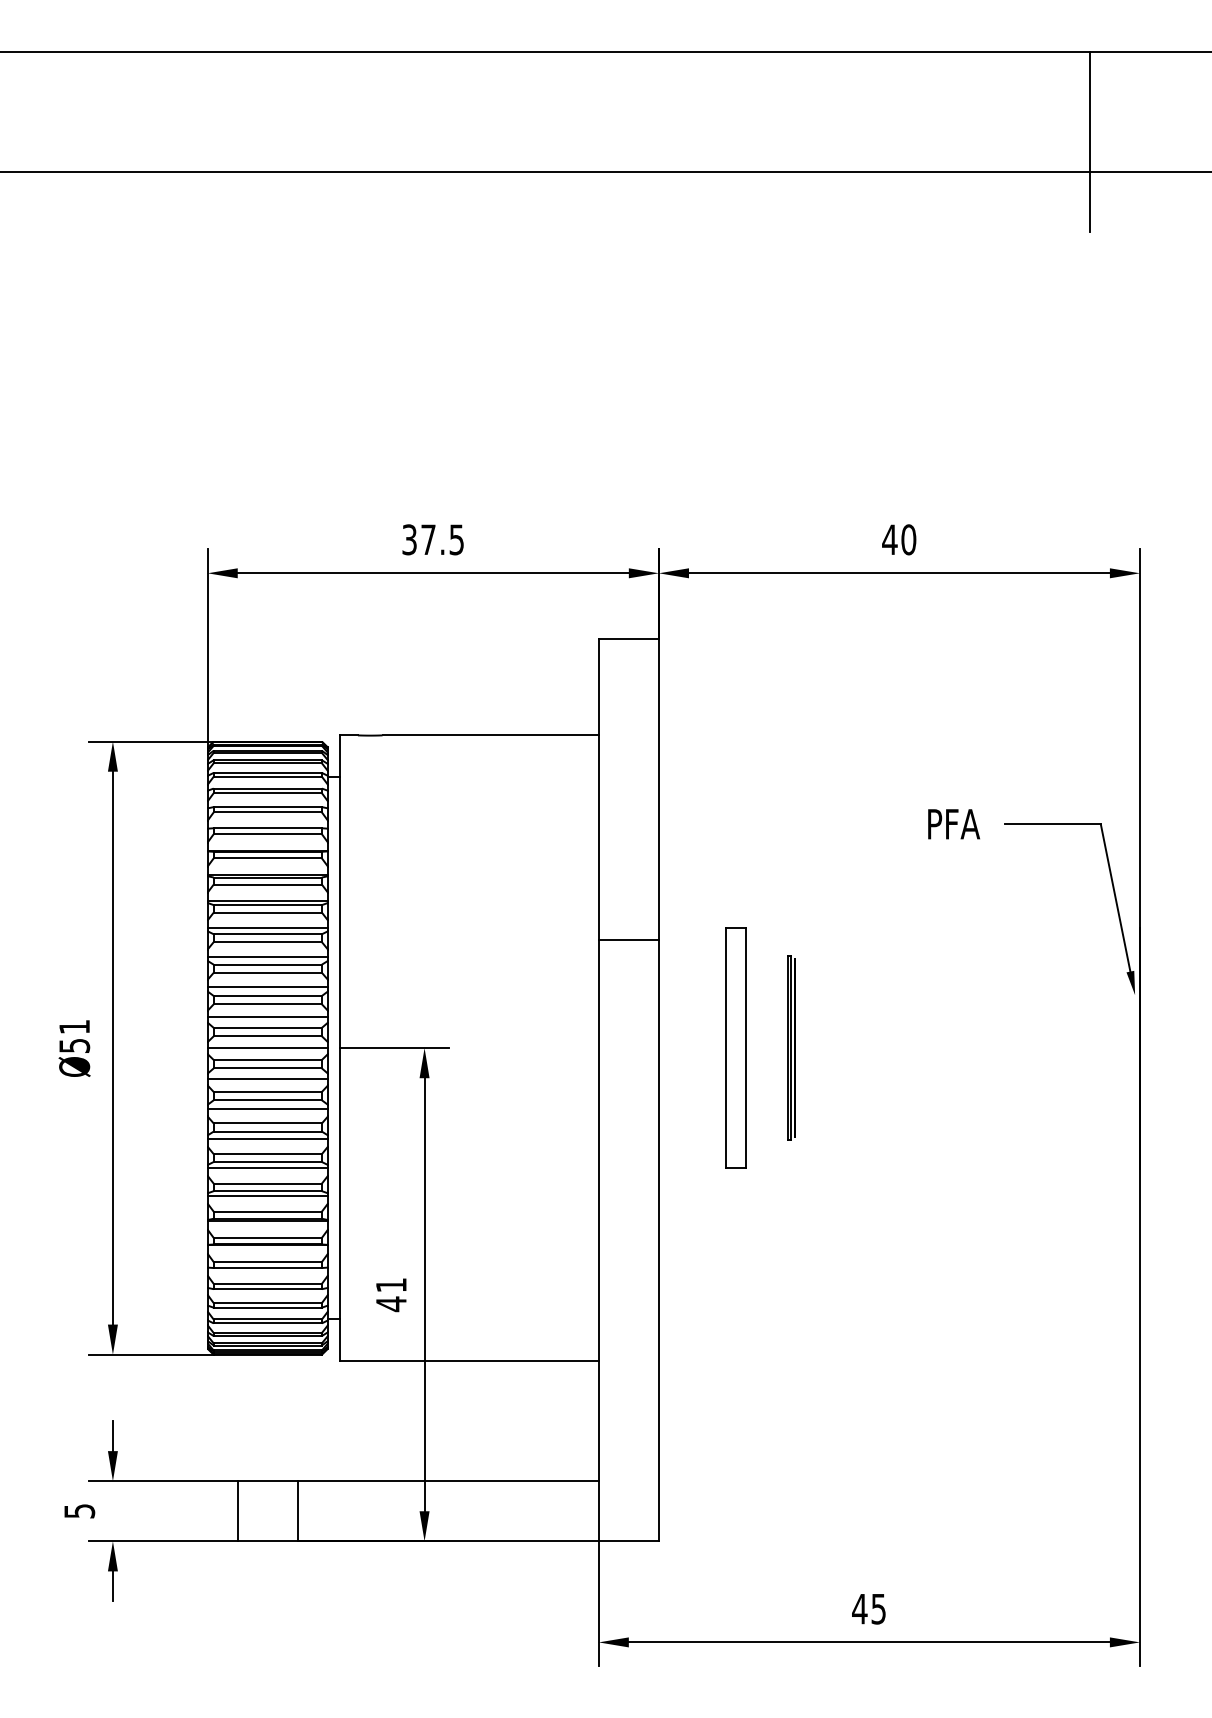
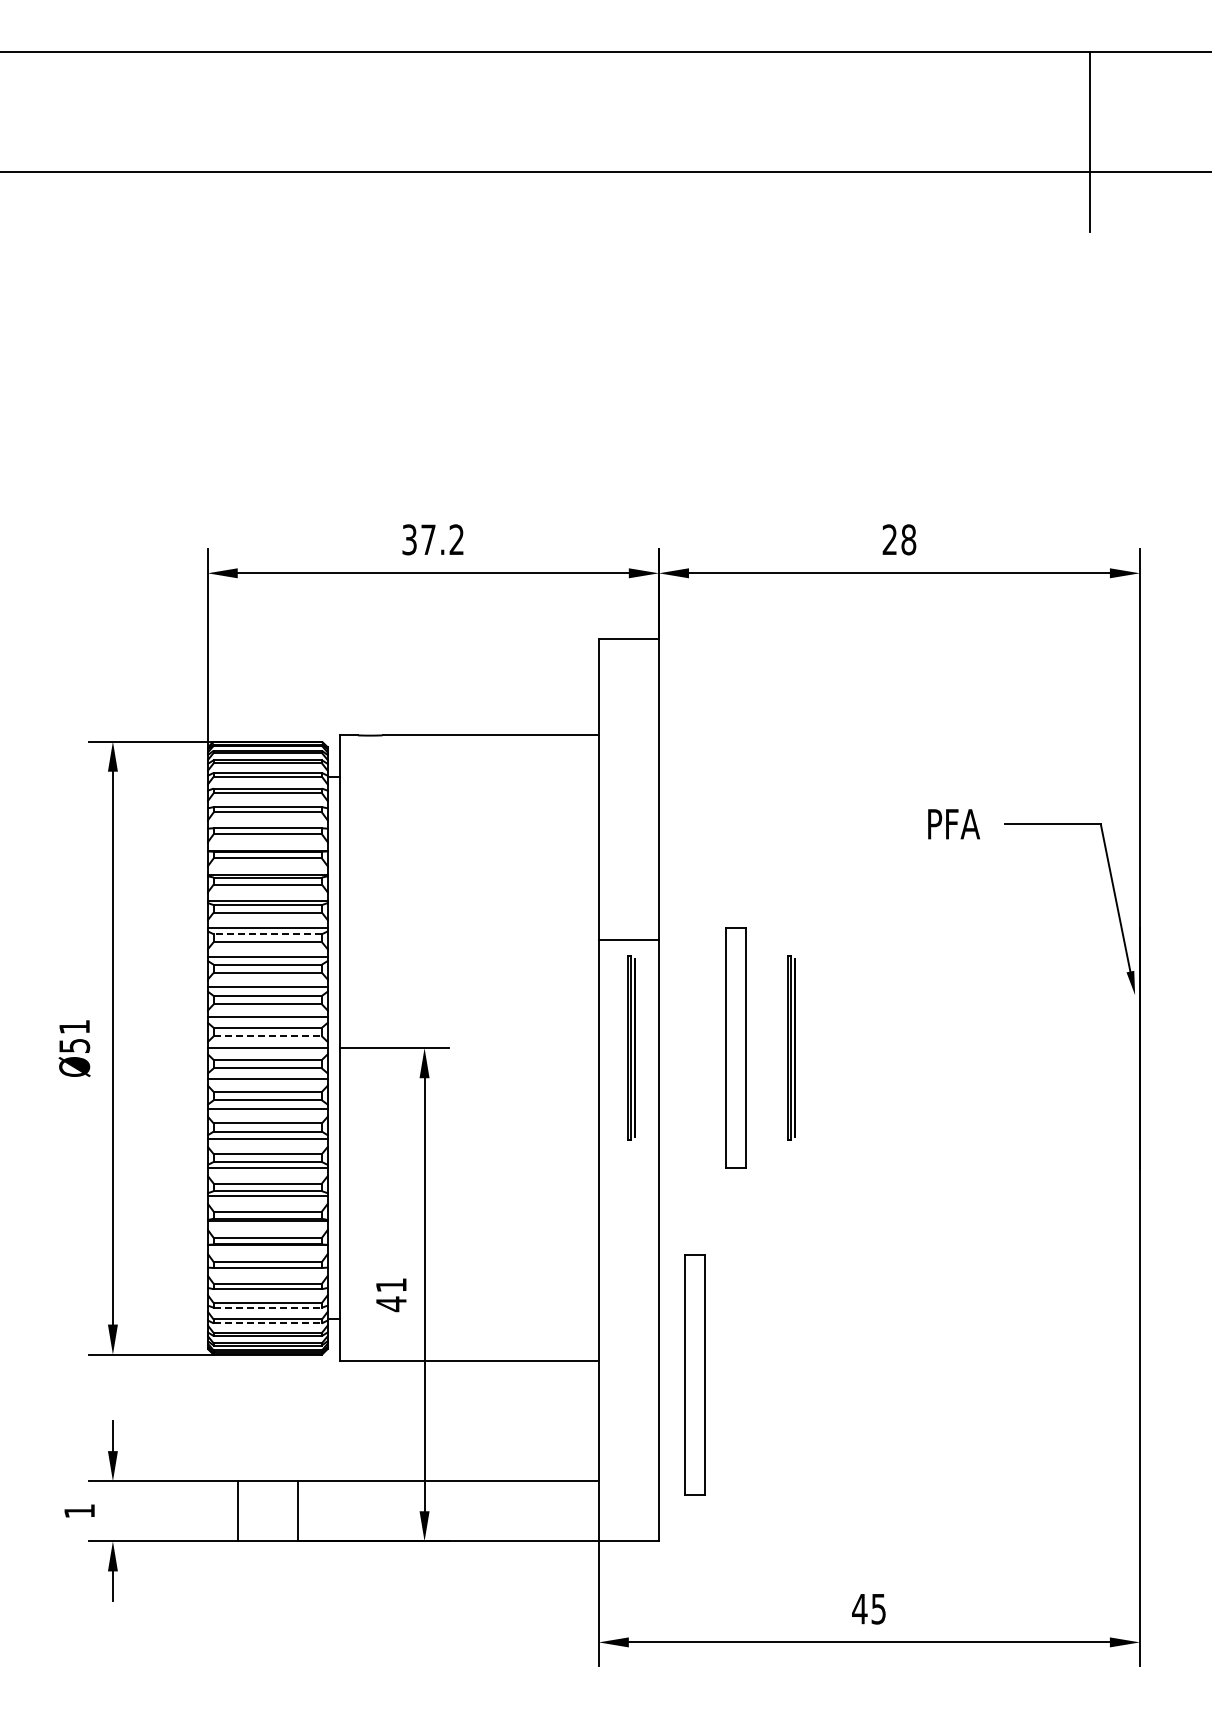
text at (456, 539): 37.5 -> 37.2
text at (899, 539): 40 -> 28
line at (267, 934): solid -> dashed
line at (268, 1036): solid -> dashed
part at (631, 1047): none -> present
line at (268, 1307): solid -> dashed
line at (268, 1323): solid -> dashed
part at (694, 1374): none -> present
text at (79, 1511): 5 -> 1
